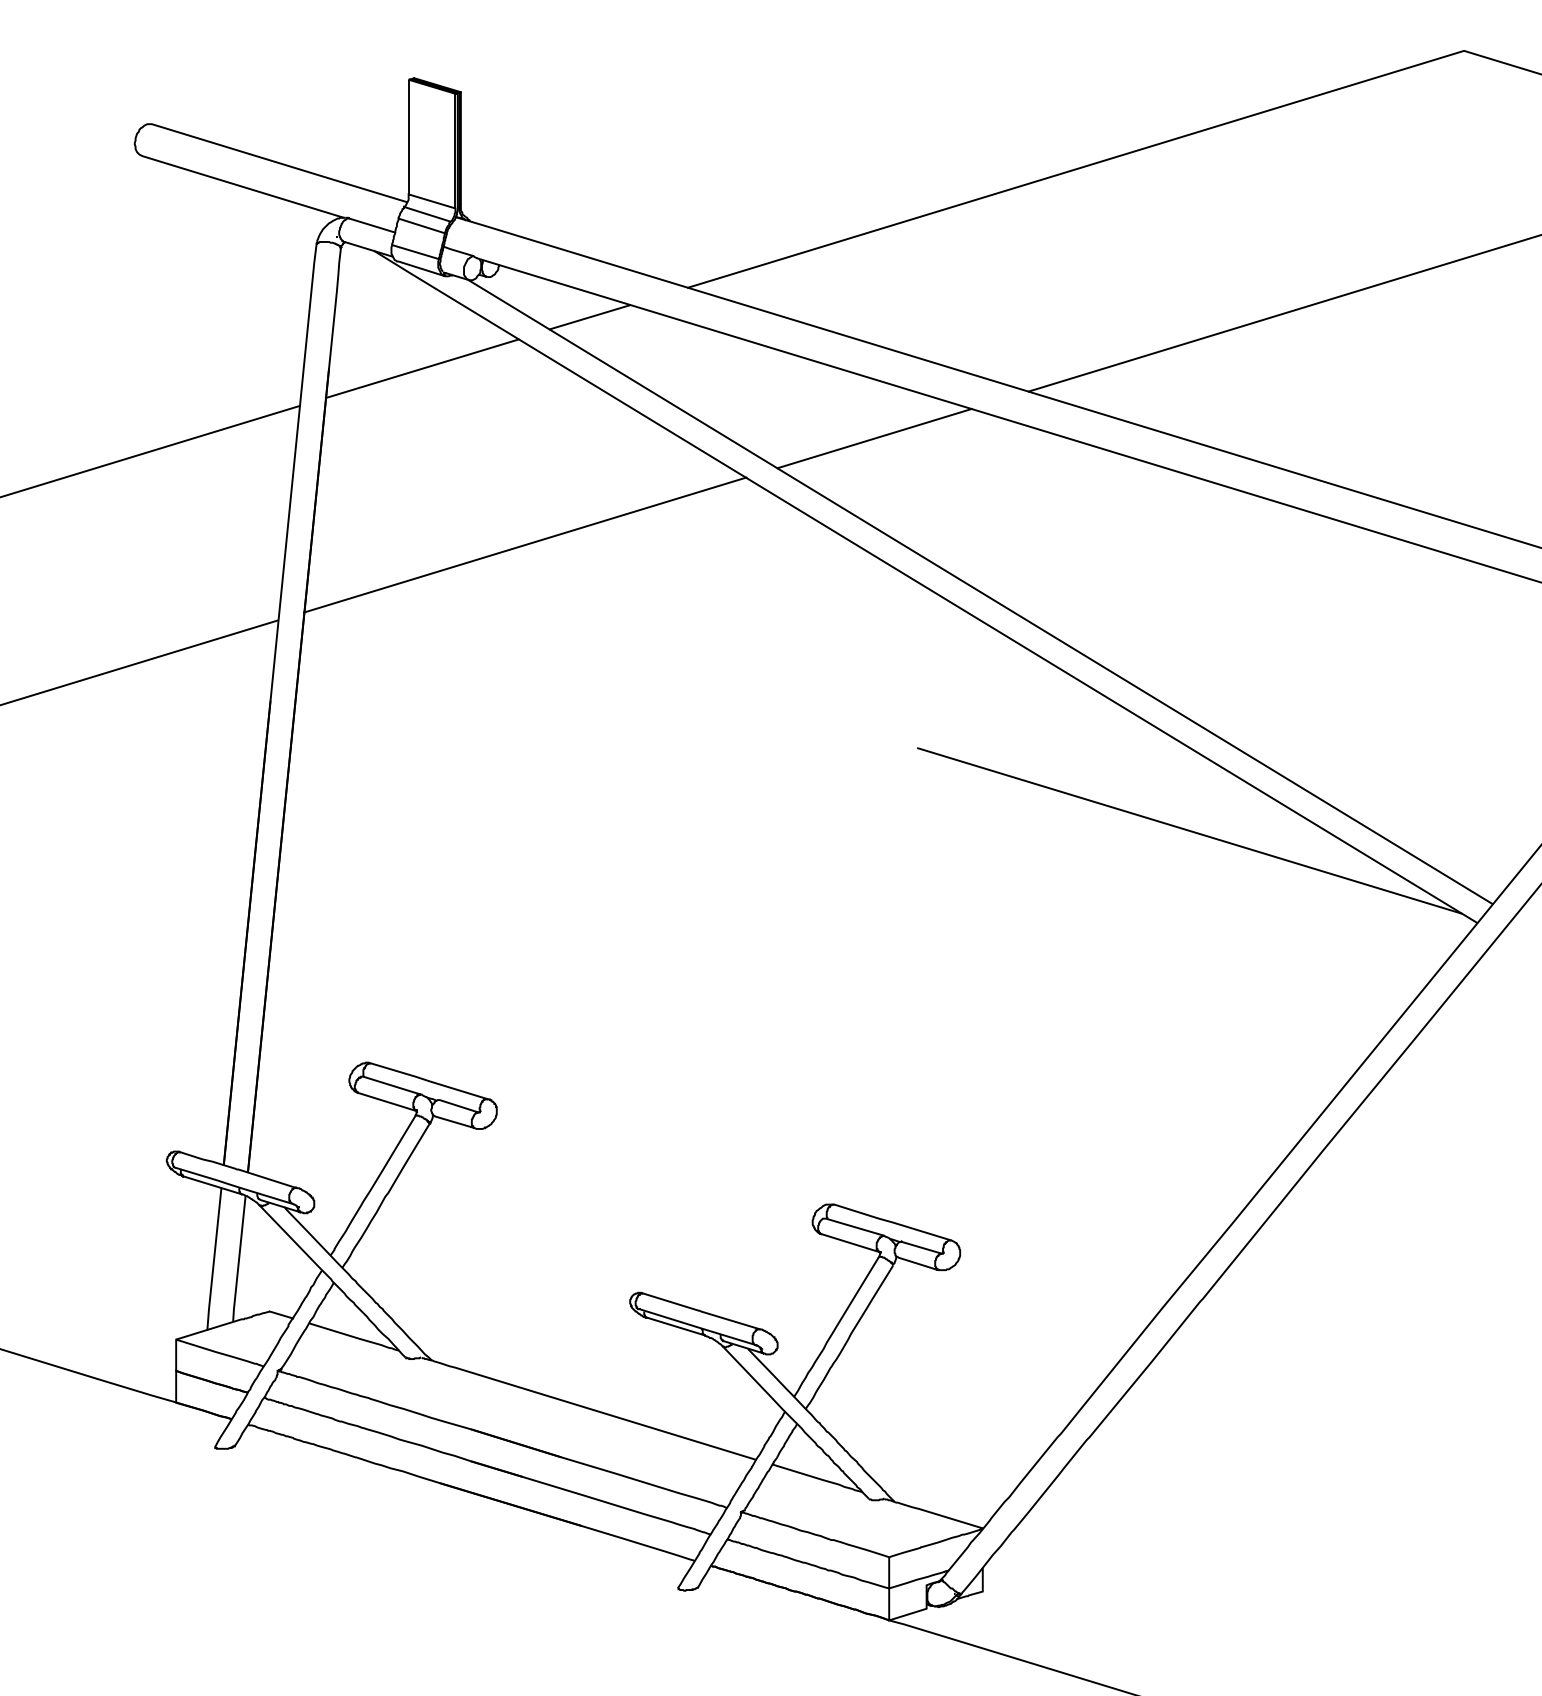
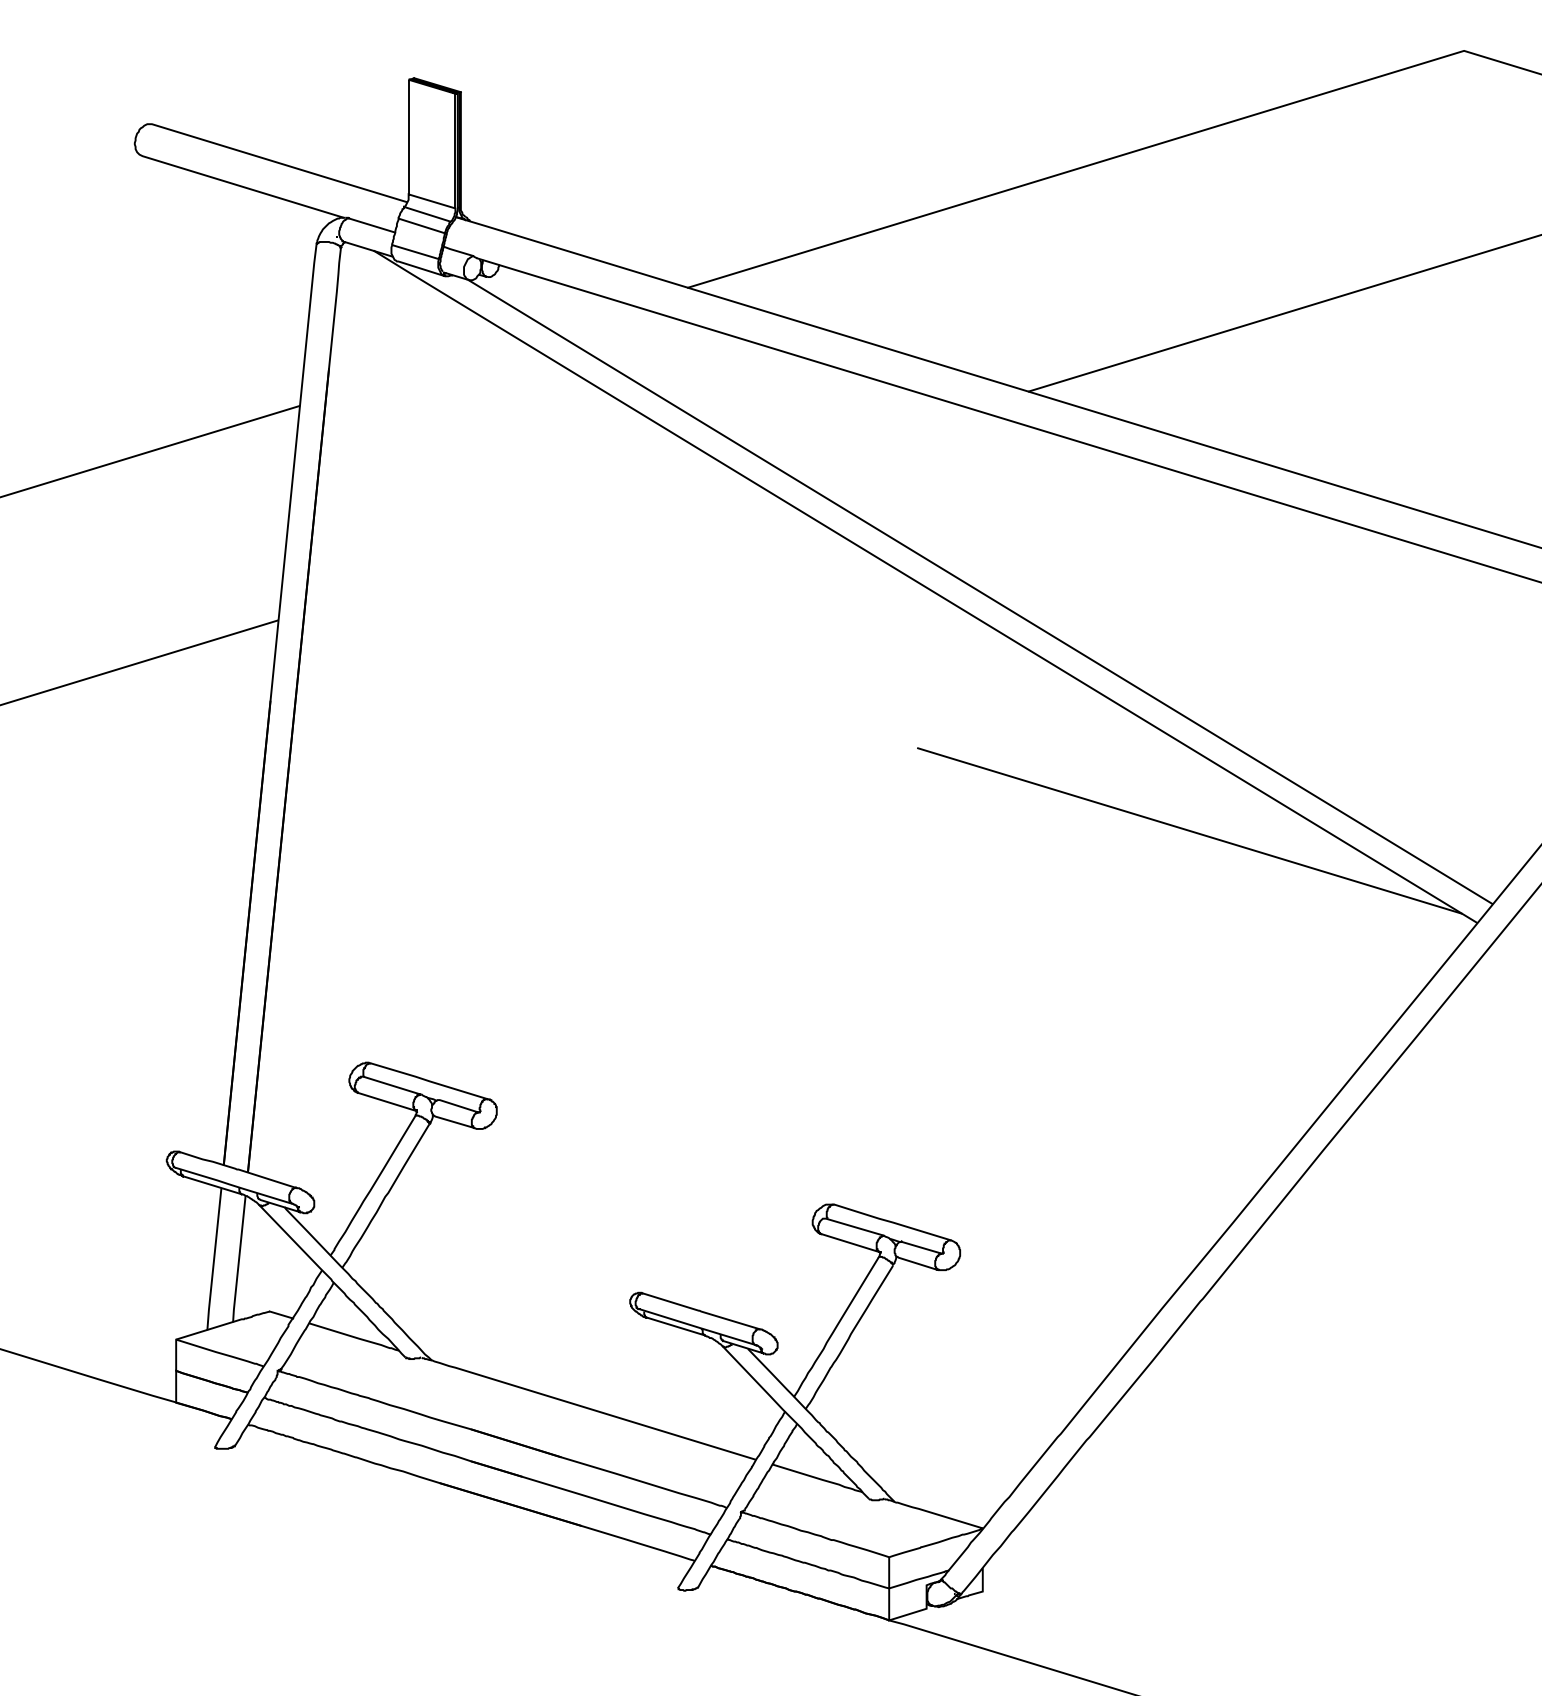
line at (589, 317): present -> none
line at (421, 368): present -> none
line at (874, 438): present -> none
line at (525, 544): present -> none
